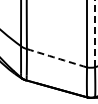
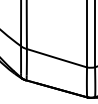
line at (95, 33): dashed -> solid
arc at (56, 58): dashed -> solid
